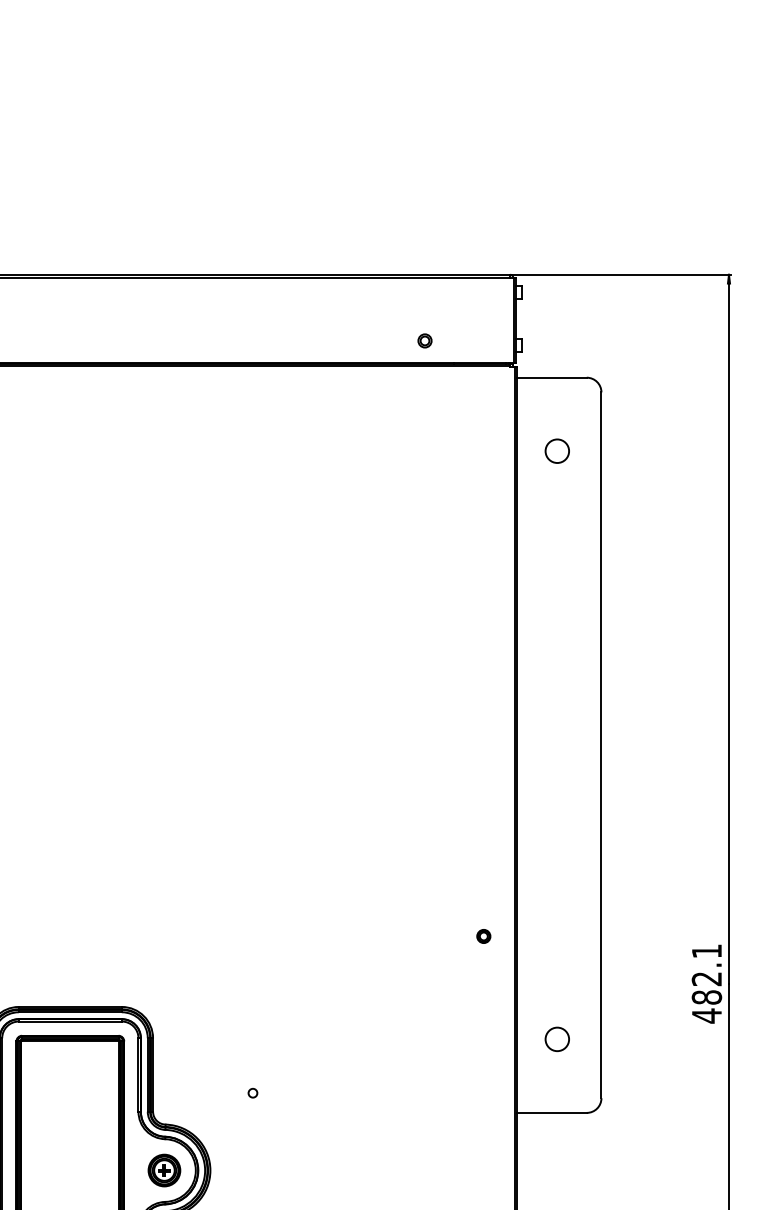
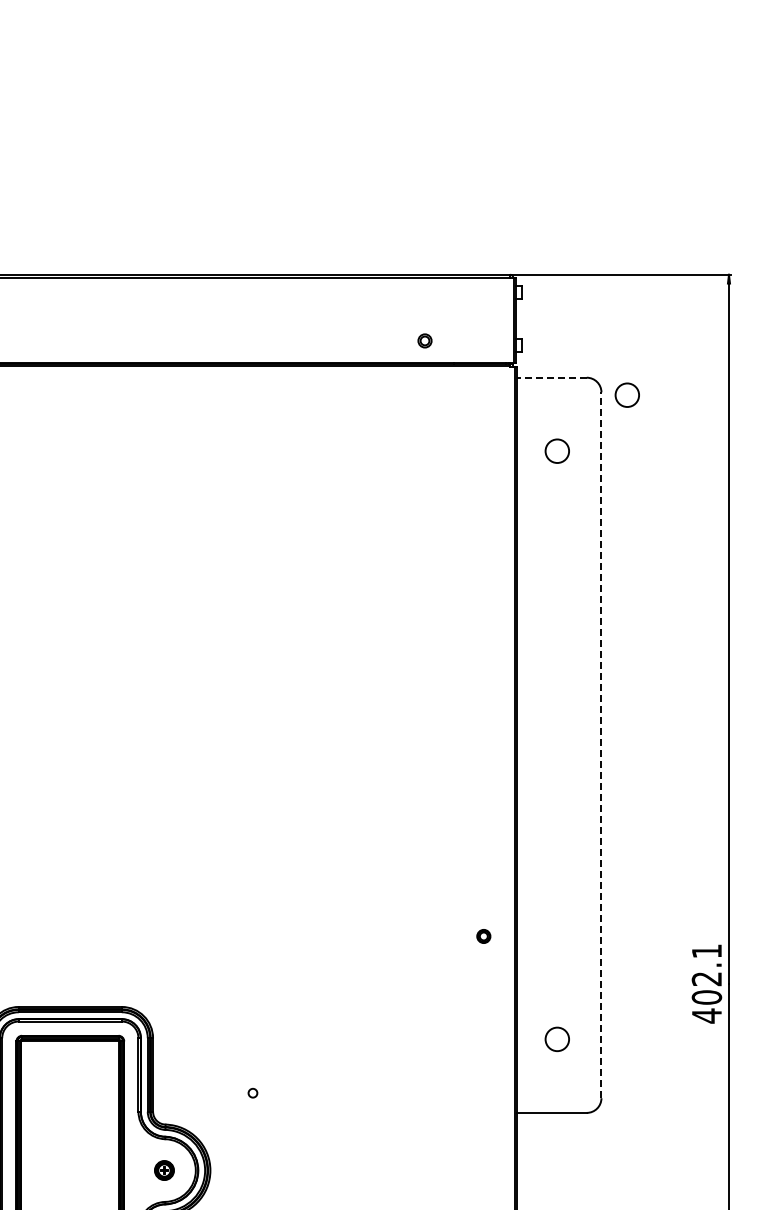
line at (552, 377): solid -> dashed
circle at (626, 394): none -> present
line at (601, 745): solid -> dashed
text at (706, 997): 482.1 -> 402.1
part at (164, 1170) size: 35x35 px -> 21x21 px
